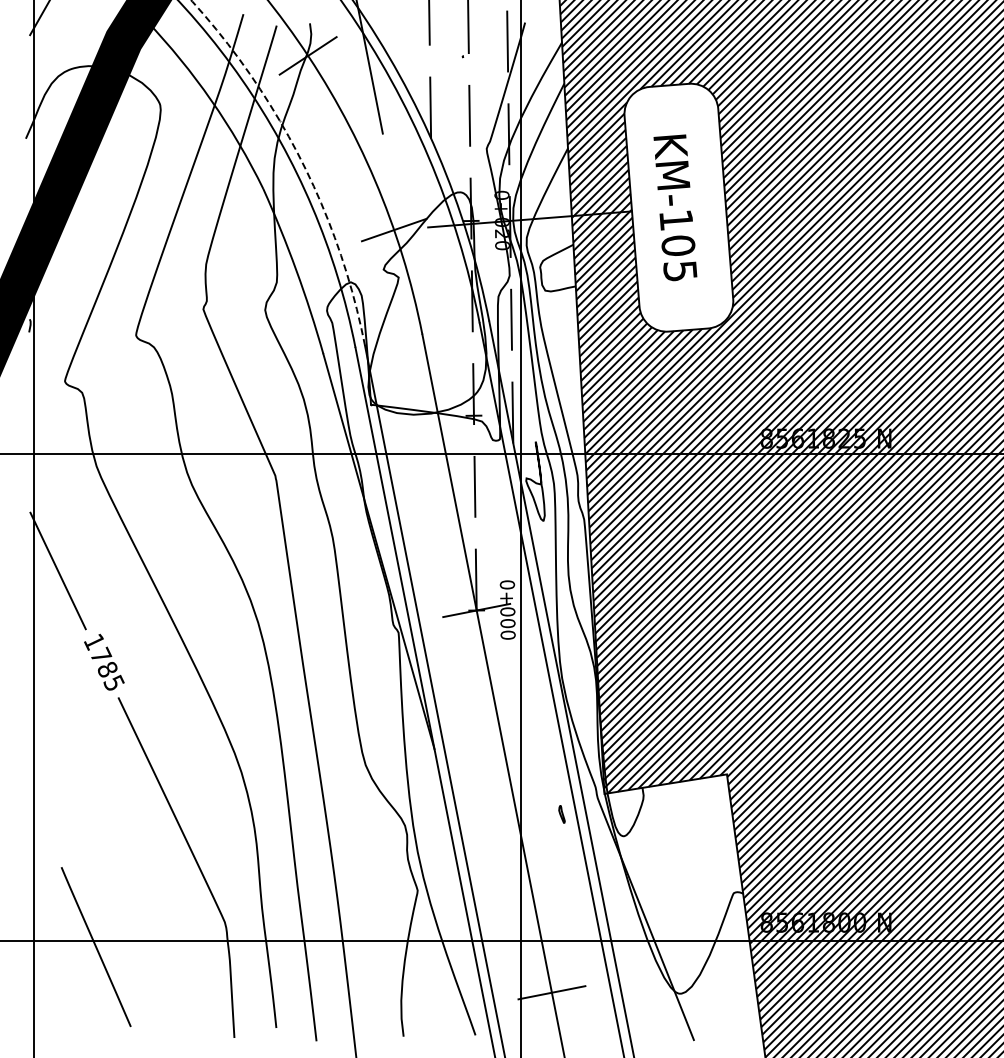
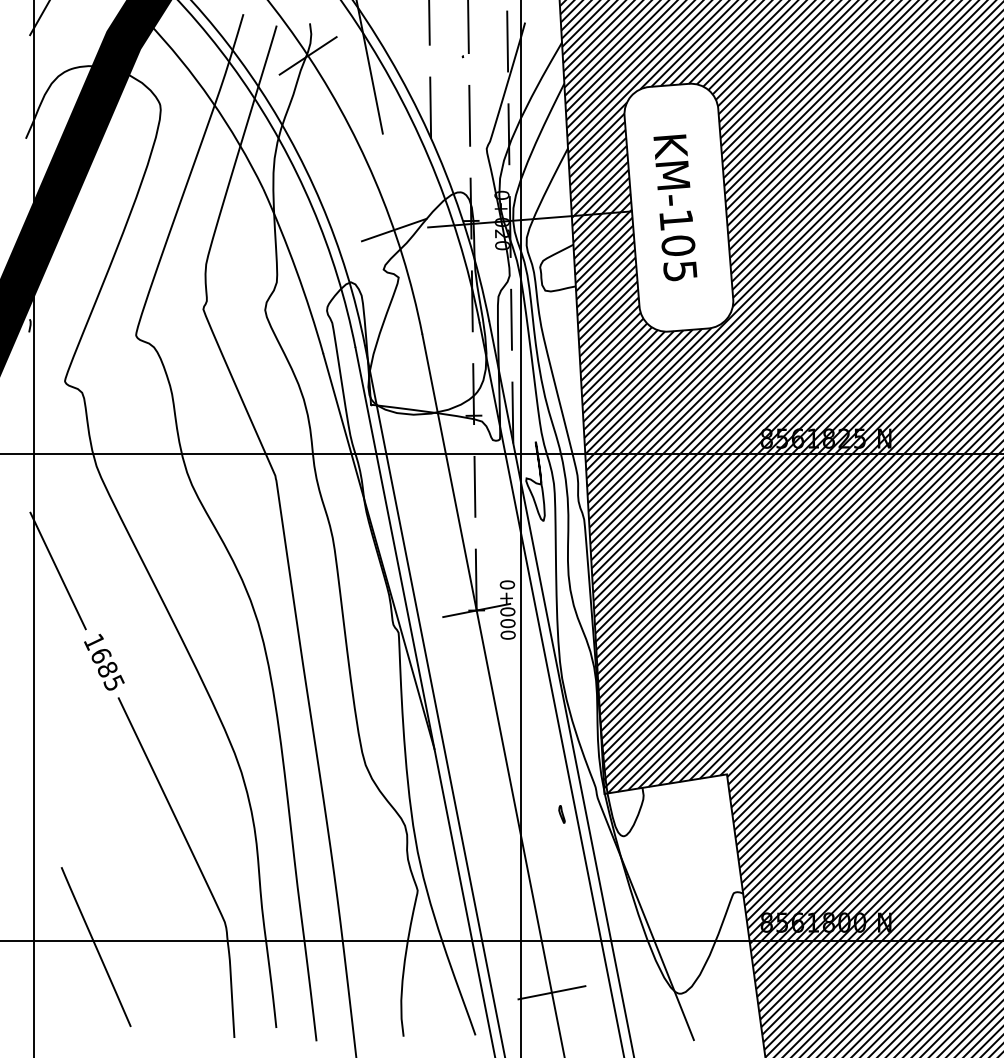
arc at (301, 159): dashed -> solid
text at (101, 654): 1785 -> 1685
